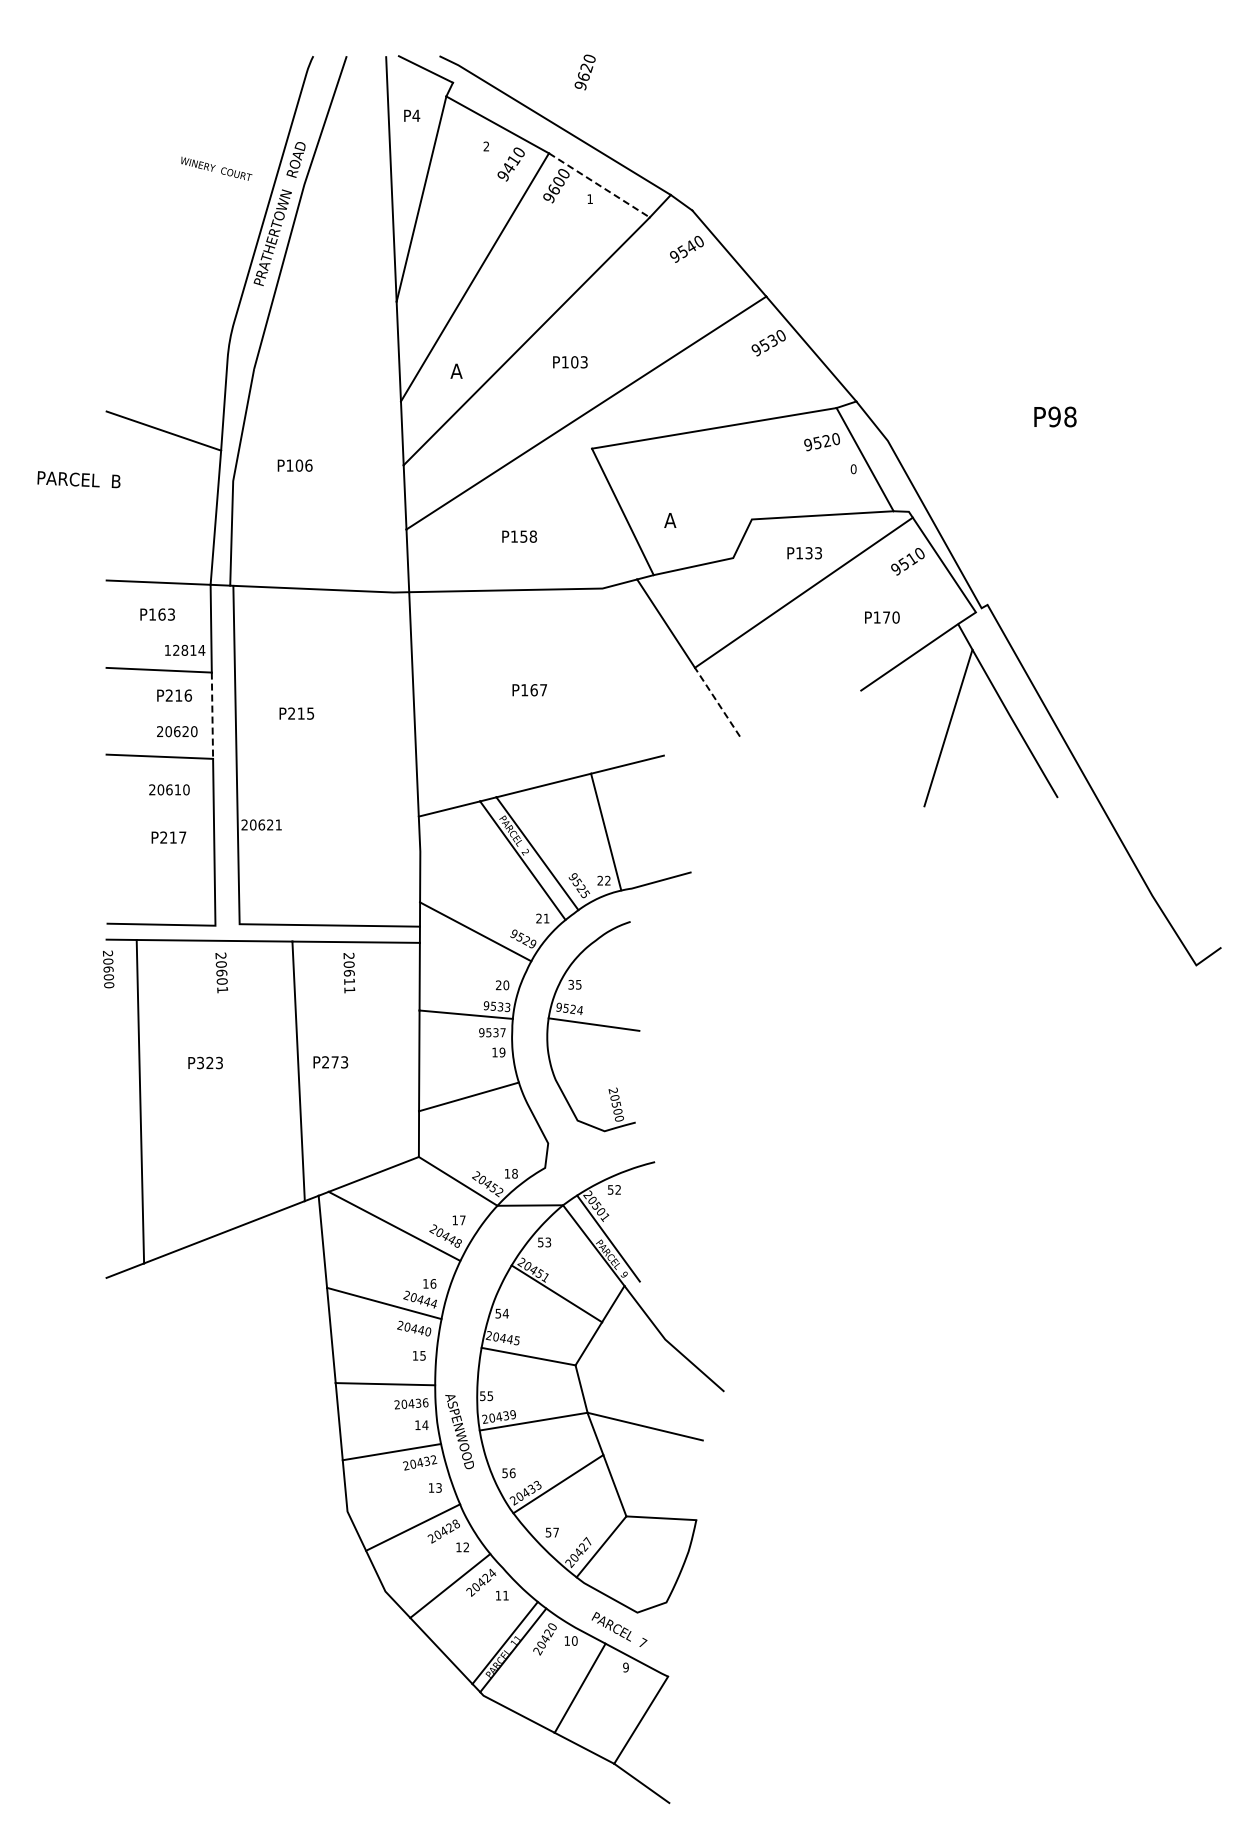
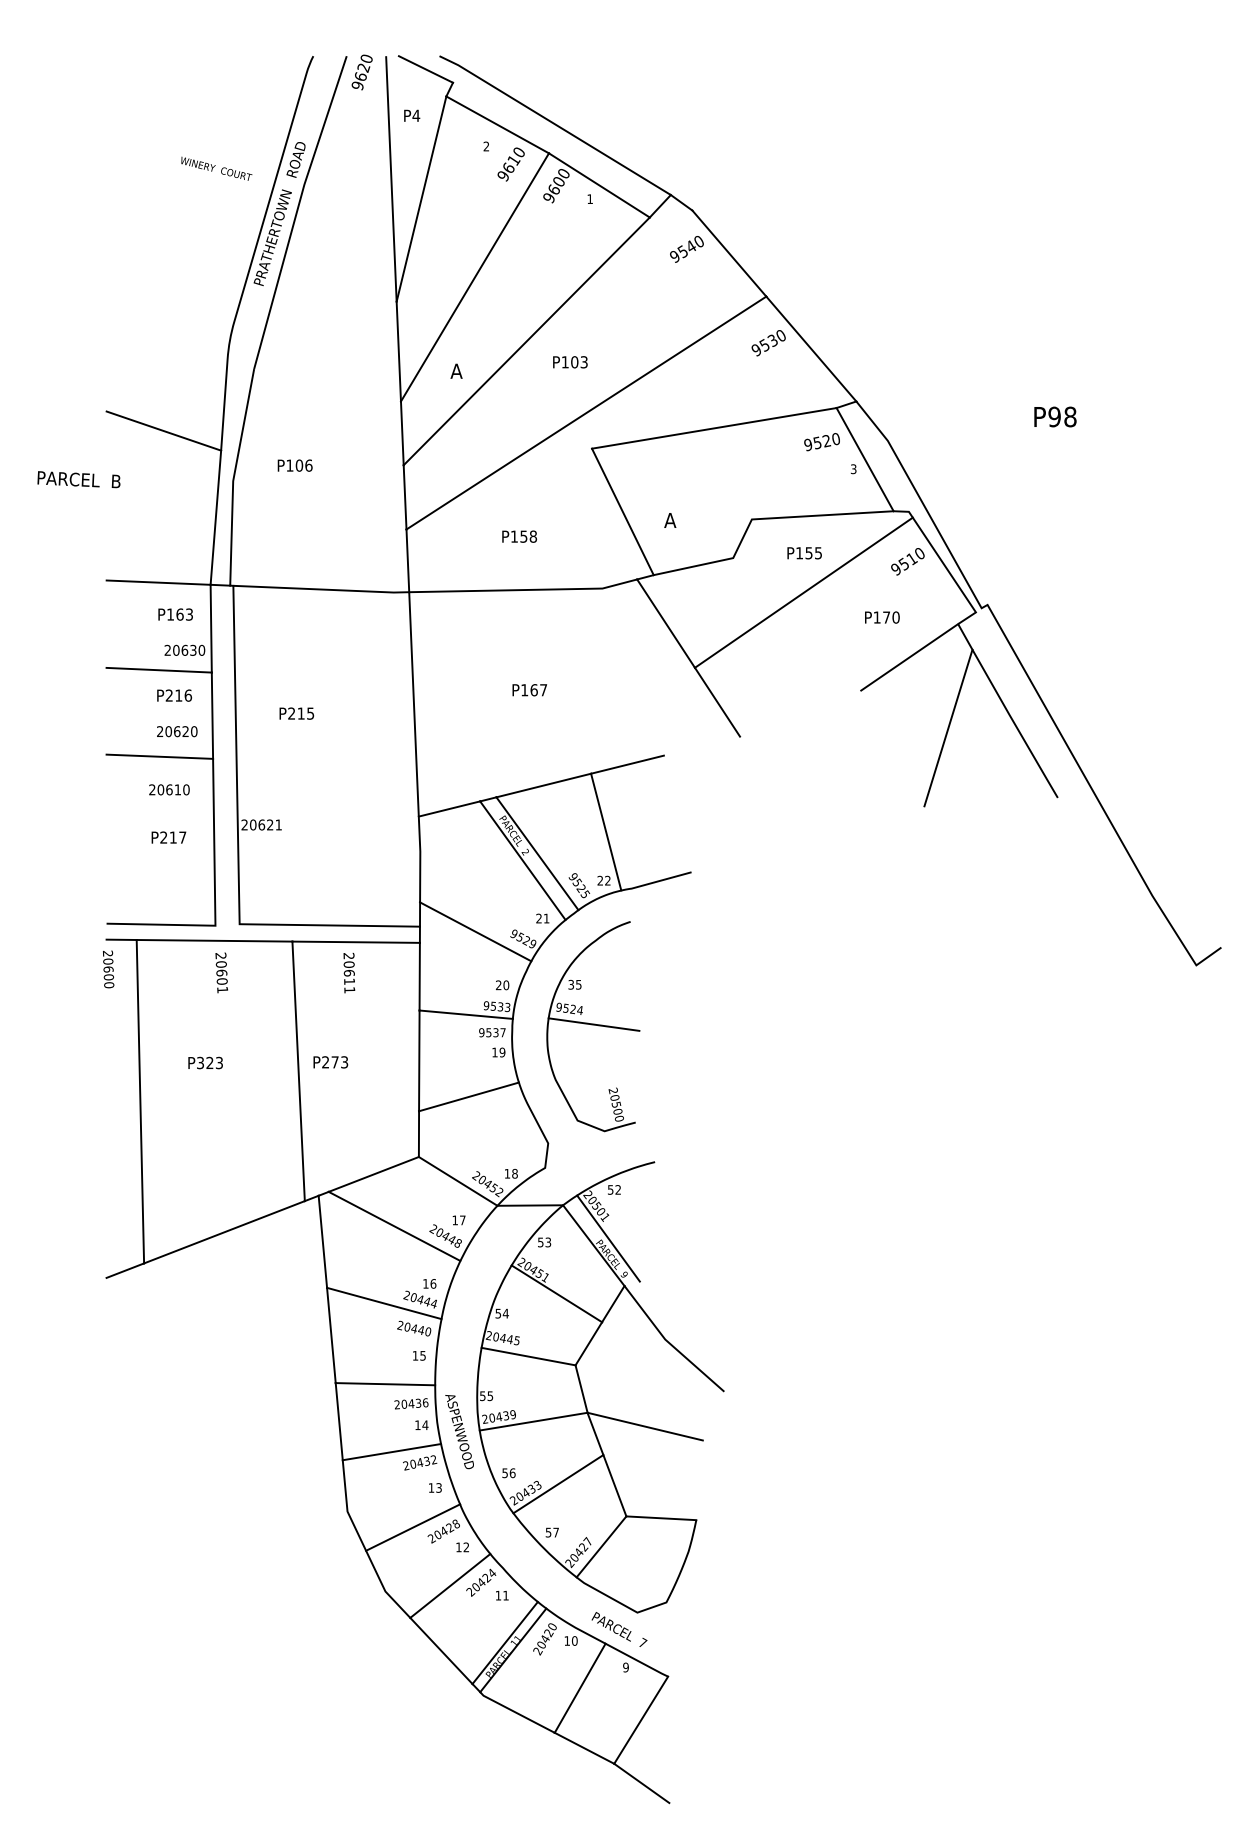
text at (584, 72) position: (584, 72) -> (361, 72)
text at (508, 167): 9410 -> 9610
line at (599, 185): dashed -> solid
text at (853, 469): 0 -> 3
text at (813, 552): P133 -> P155
text at (157, 614) position: (157, 614) -> (175, 614)
text at (184, 649): 12814 -> 20630
line at (717, 701): dashed -> solid
line at (212, 716): dashed -> solid
